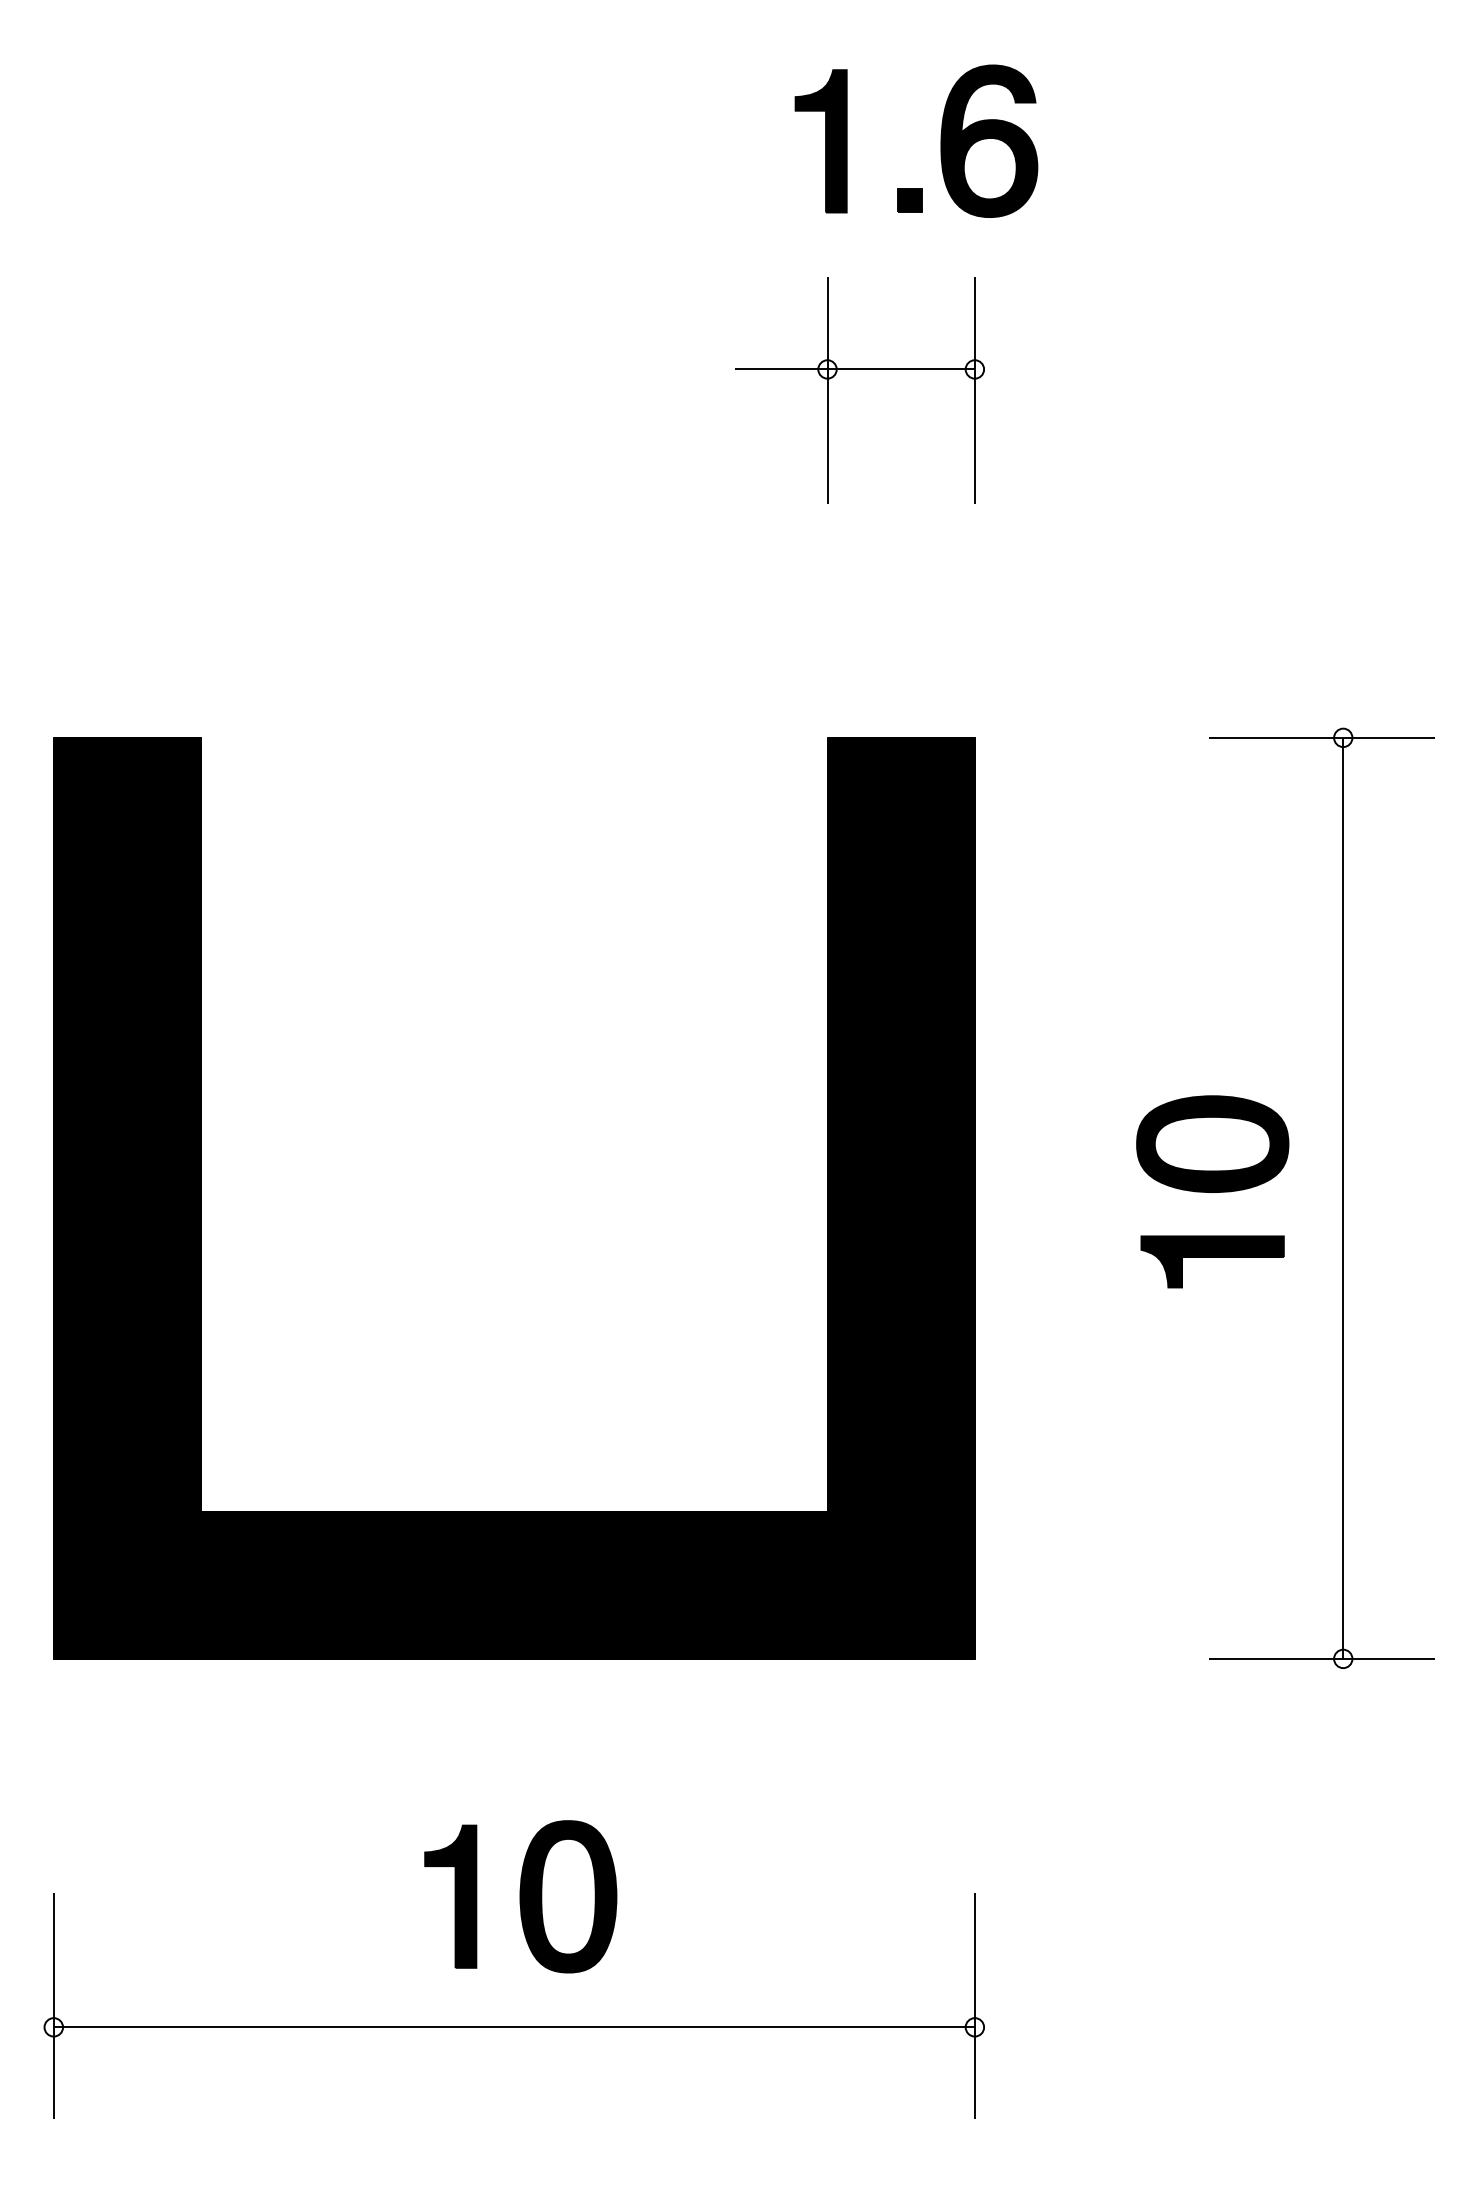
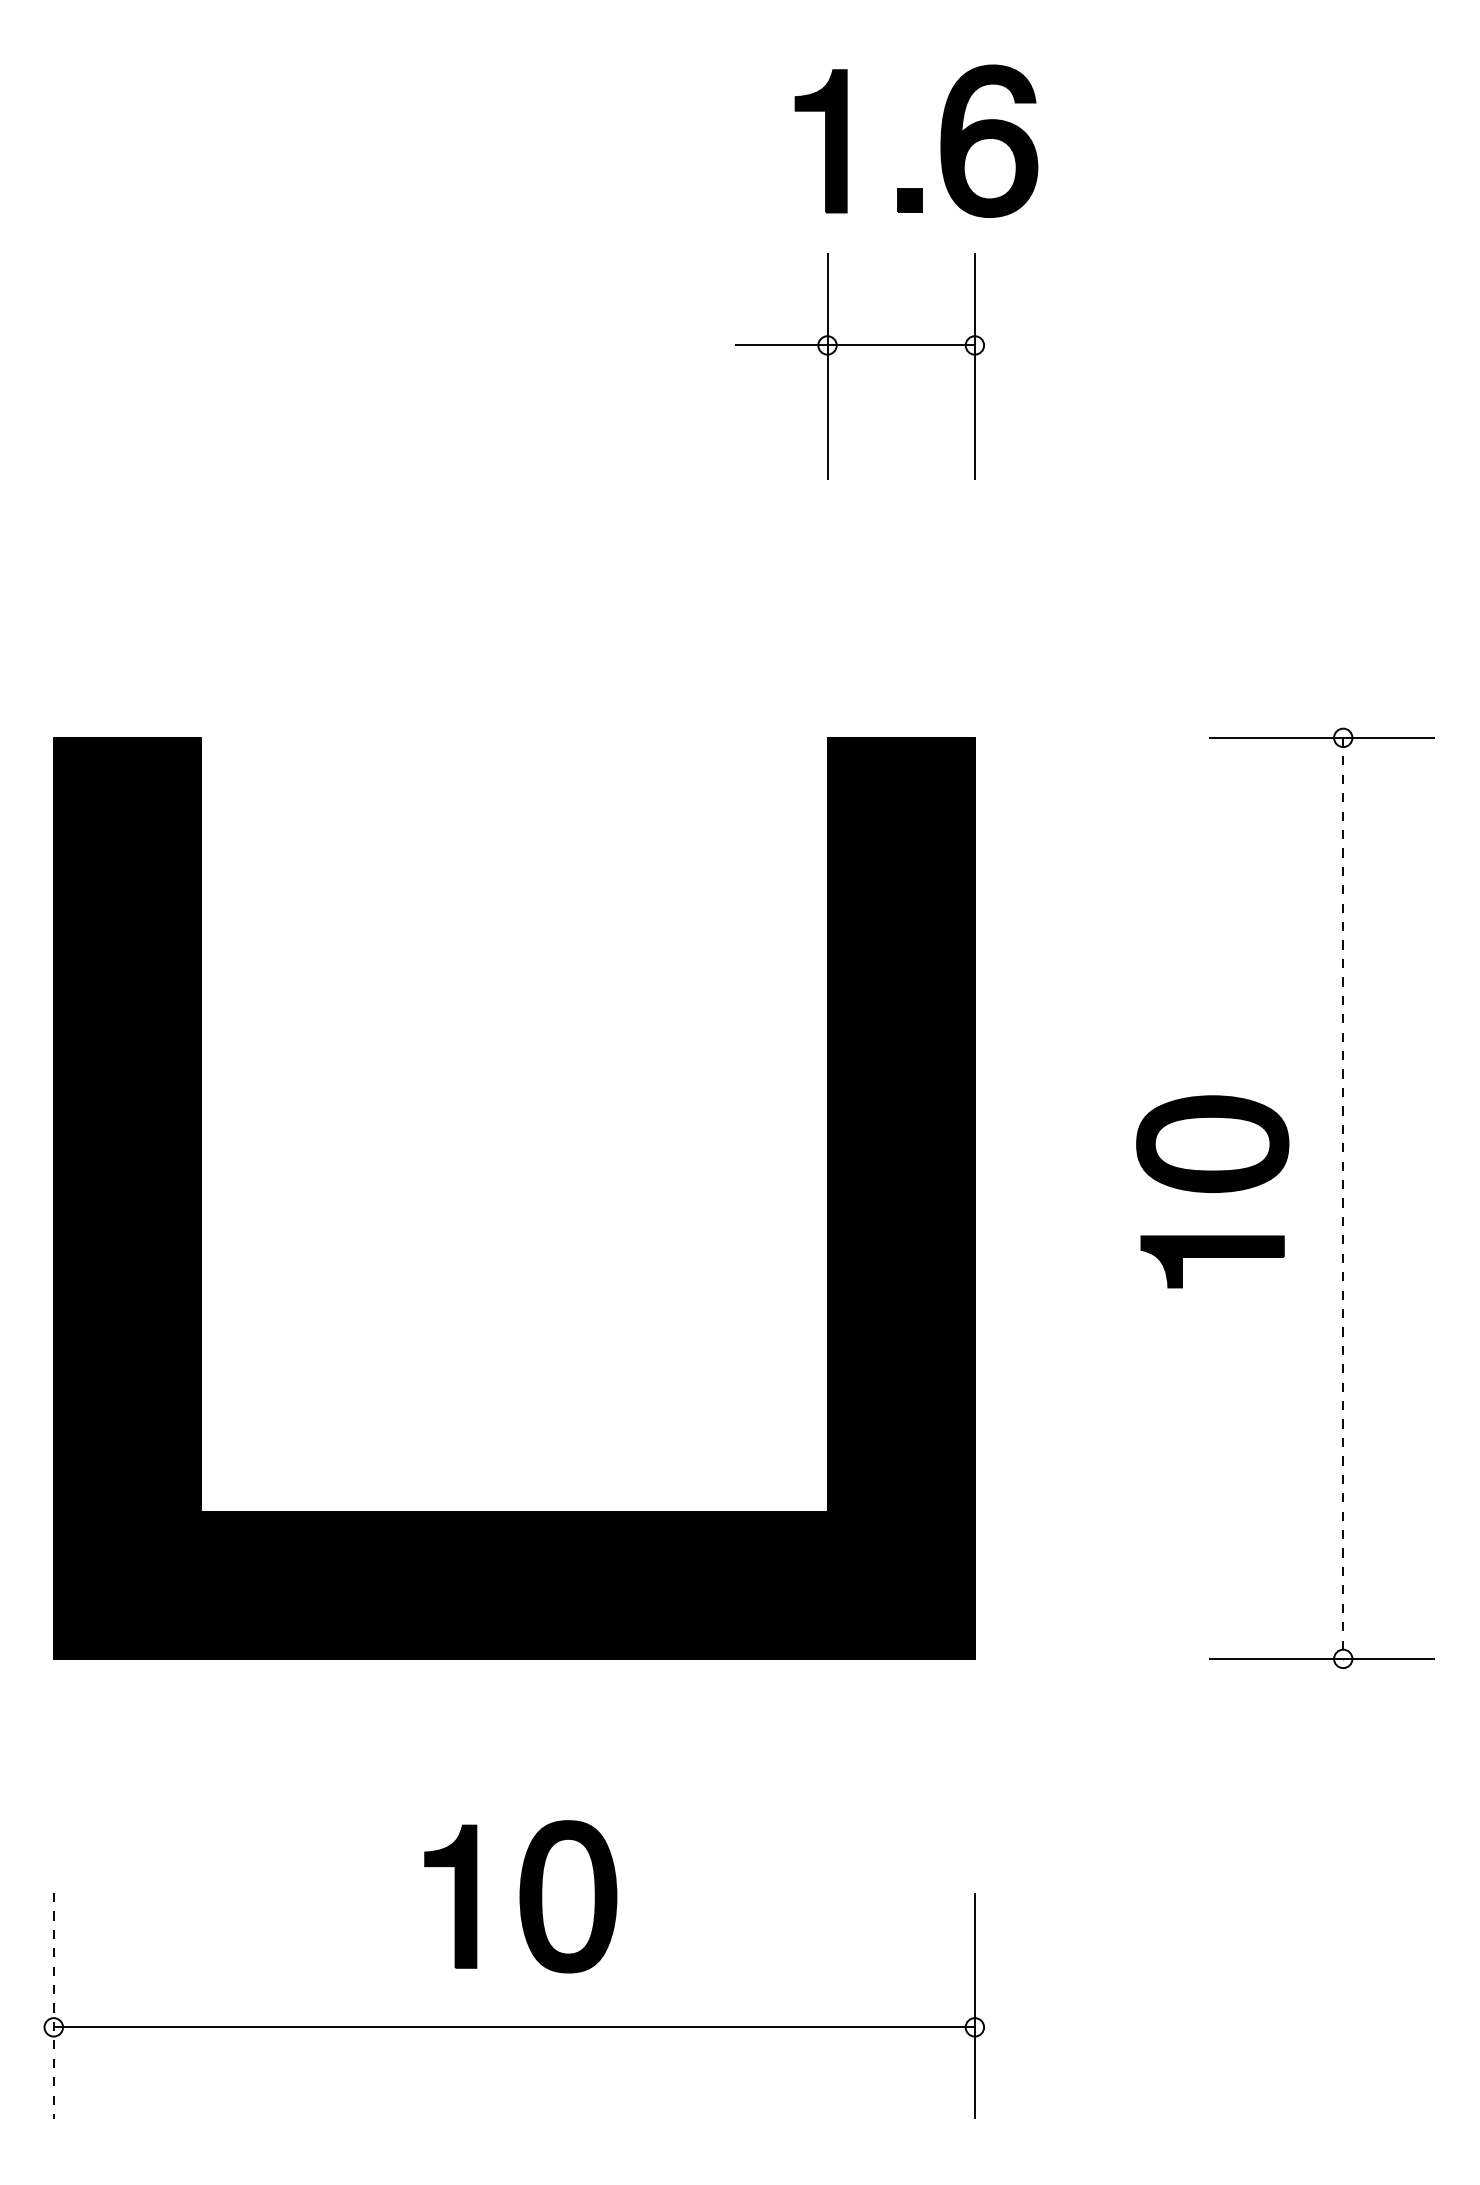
part at (859, 369) position: (859, 369) -> (859, 345)
line at (1343, 1198): solid -> dashed
line at (53, 2006): solid -> dashed
